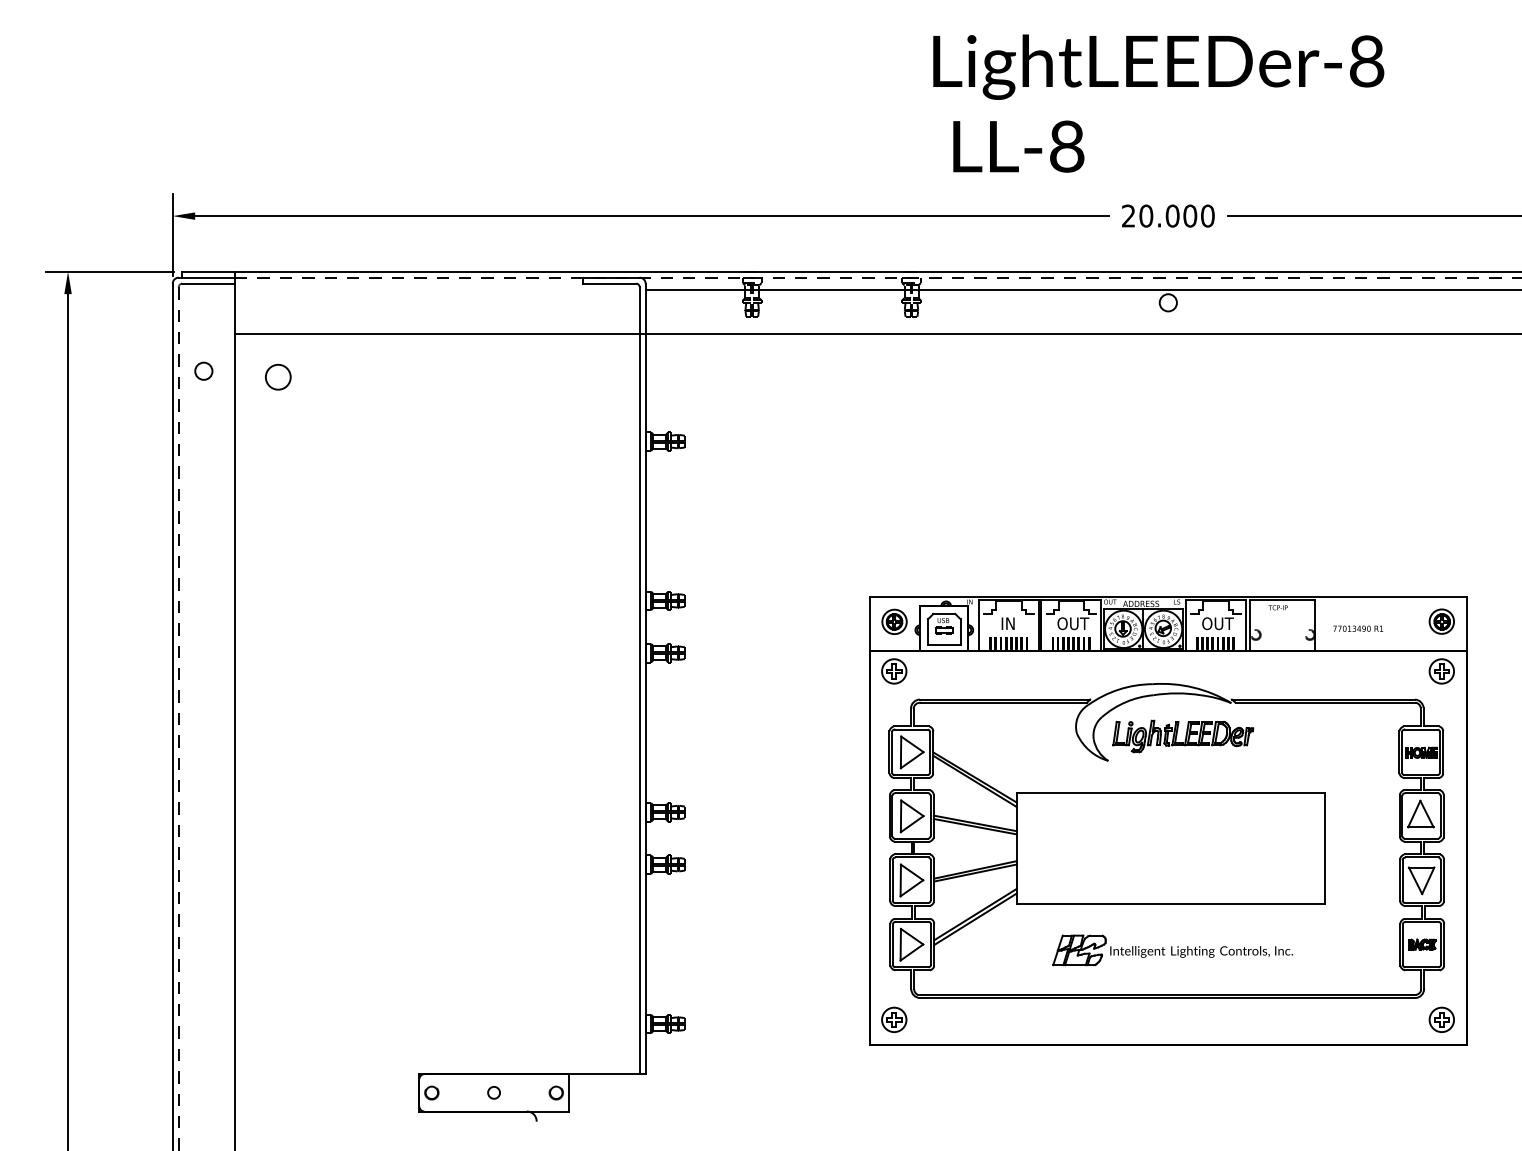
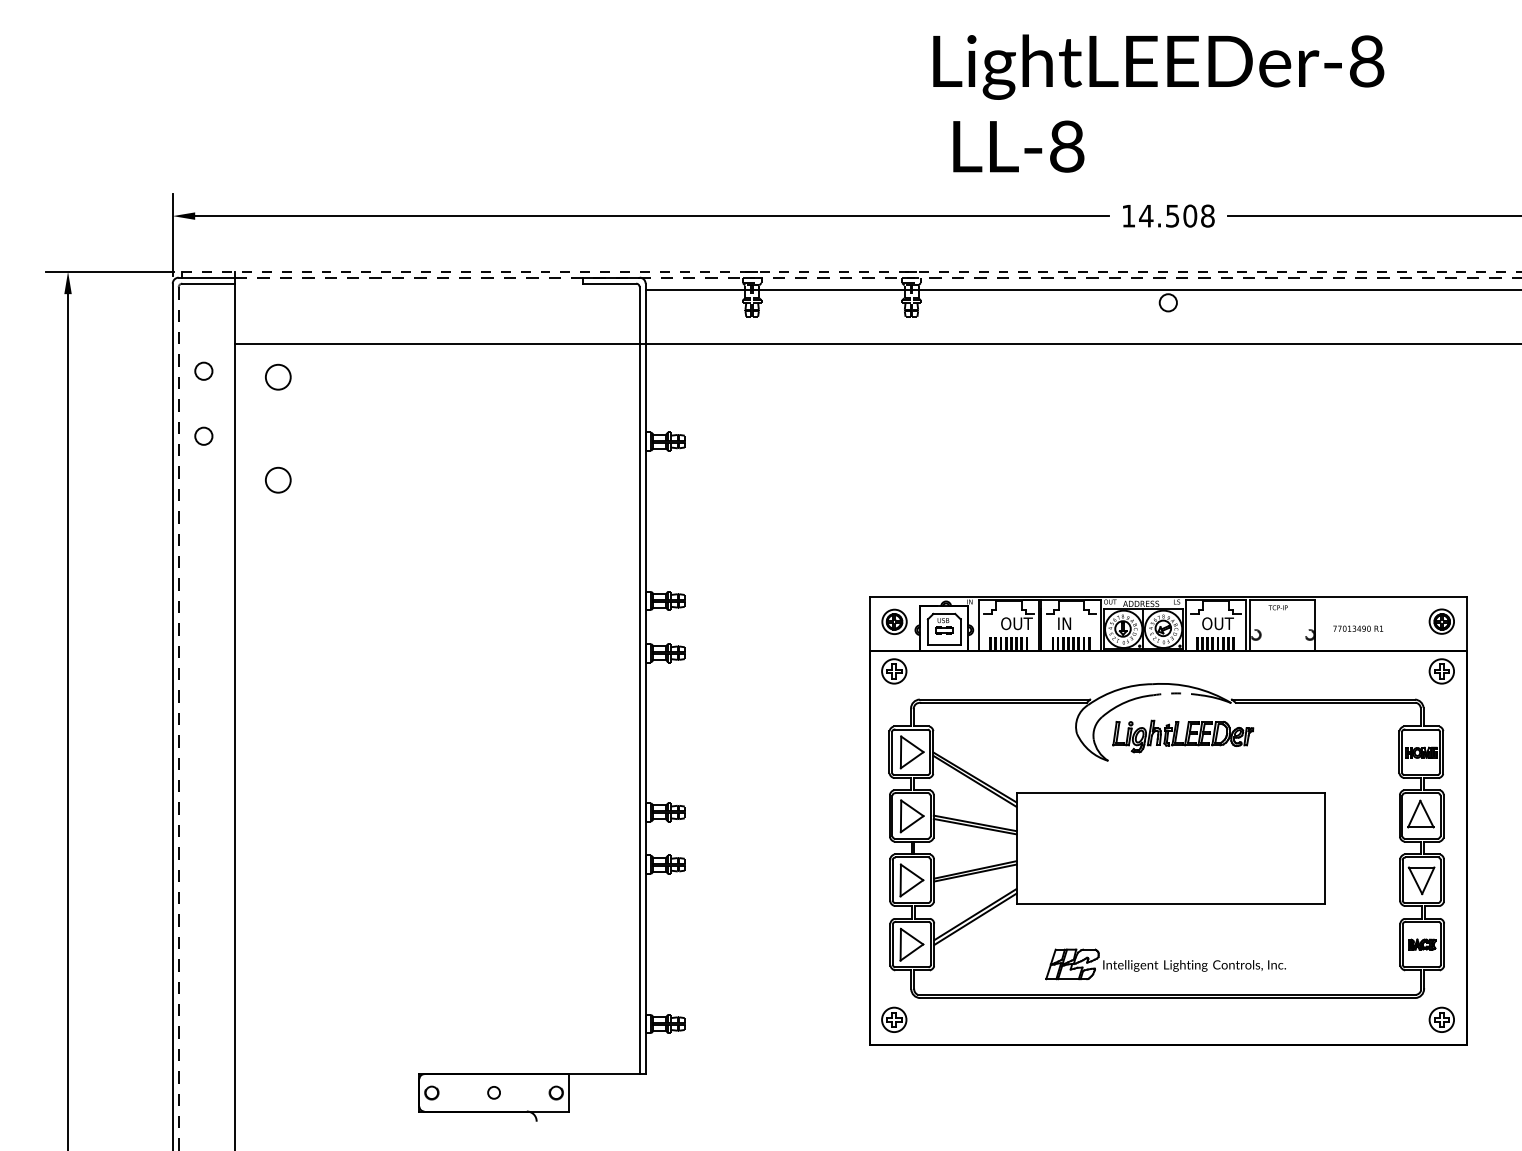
text at (1168, 215): 20.000 -> 14.508
line at (851, 271): solid -> dashed
line at (876, 333) position: (876, 333) -> (876, 343)
circle at (203, 435): none -> present
circle at (278, 479): none -> present
text at (1016, 623): IN -> OUT
text at (1073, 623): OUT -> IN
arc at (1177, 693): solid -> dashed
part at (1172, 950) position: (1172, 950) -> (1165, 964)
